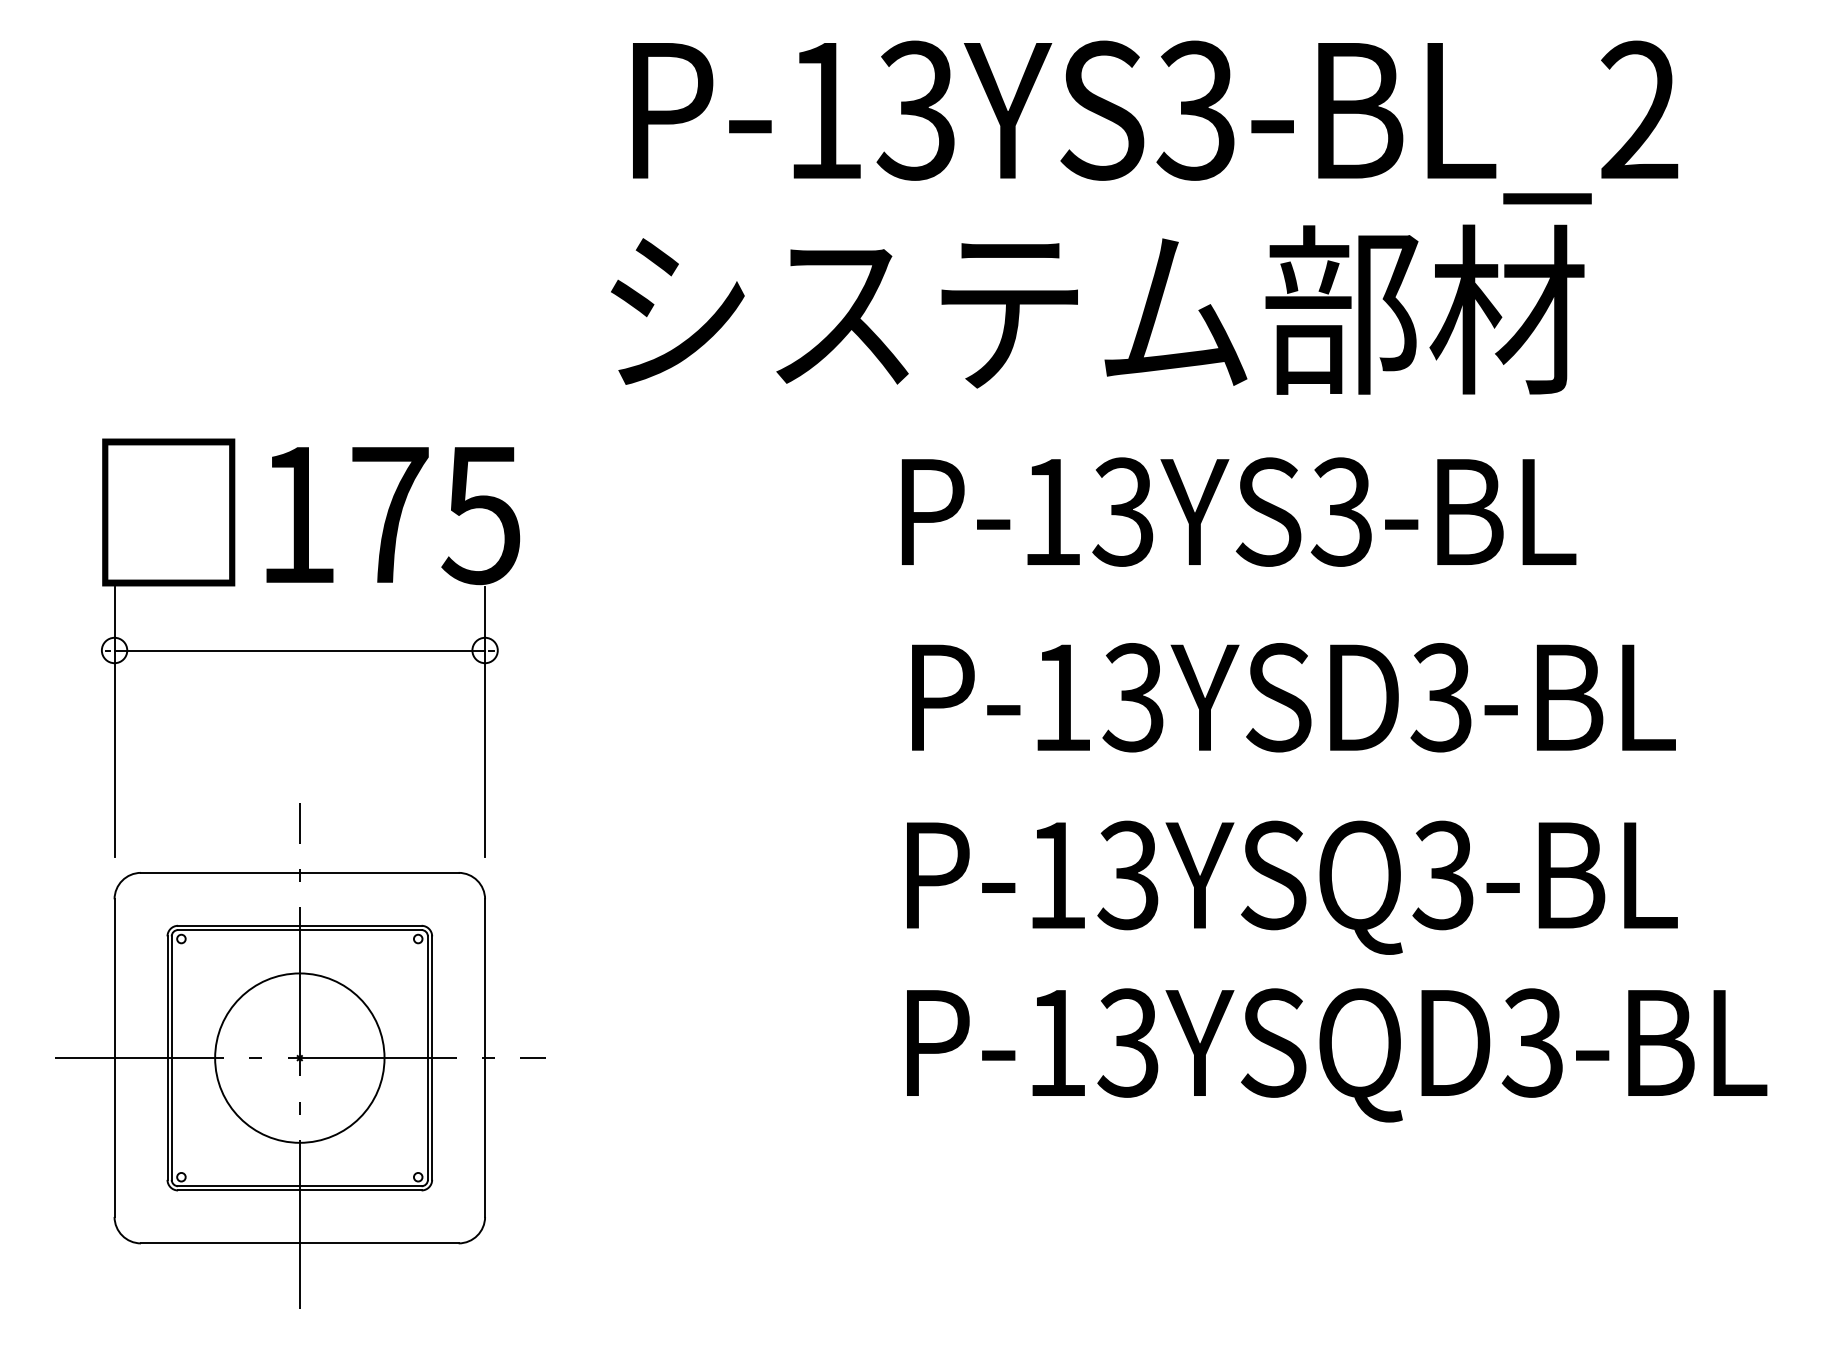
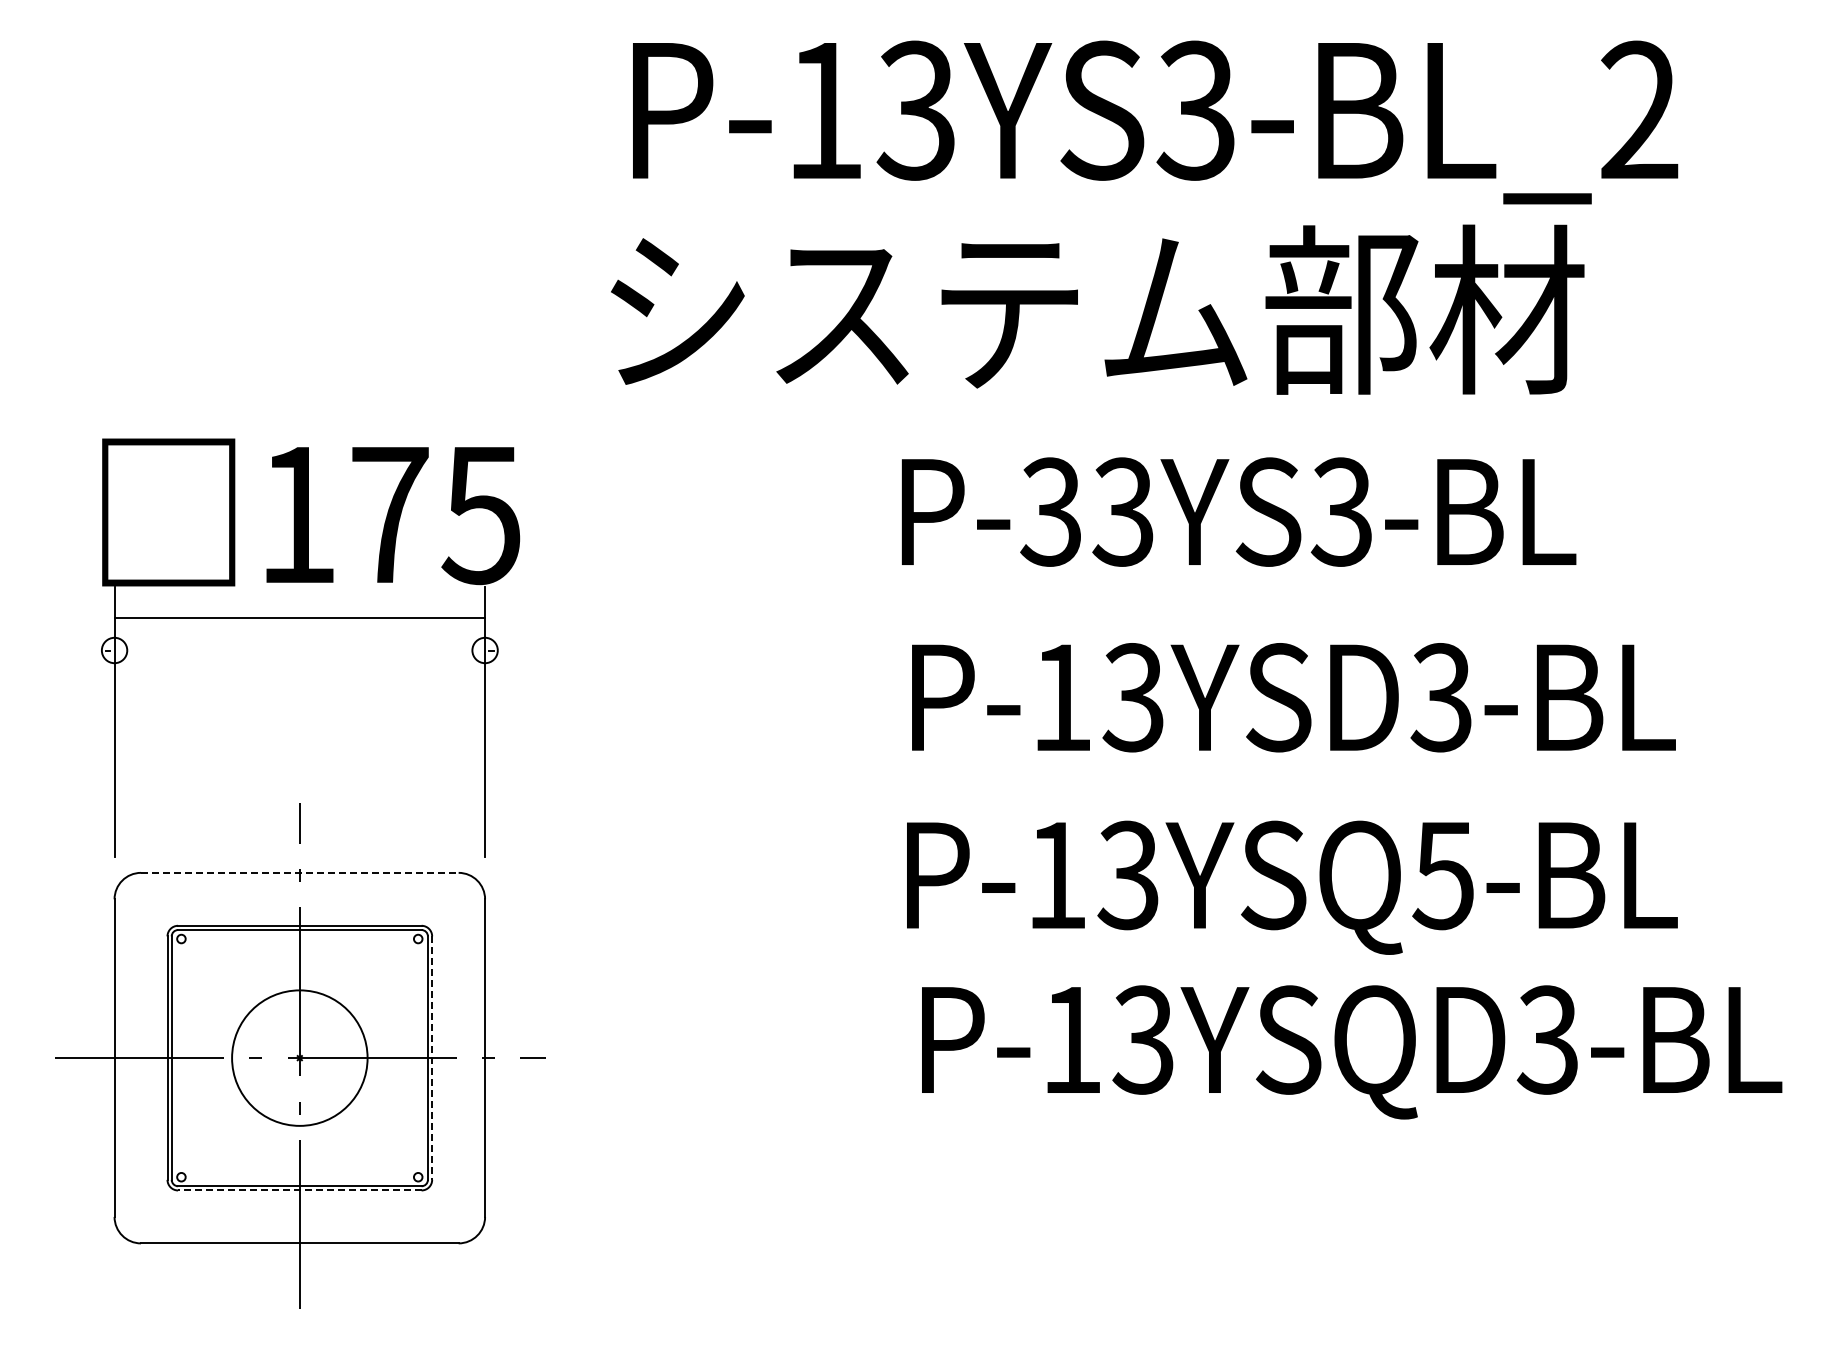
text at (1050, 511): P-13YS3-BL -> P-33YS3-BL
line at (299, 650) position: (299, 650) -> (299, 617)
line at (299, 872): solid -> dashed
text at (1442, 874): P-13YSQ3-BL -> P-13YSQ5-BL
text at (1337, 1055) position: (1337, 1055) -> (1352, 1052)
circle at (299, 1057) diameter: 169 px -> 136 px
line at (432, 1058): solid -> dashed
line at (299, 1190): solid -> dashed
